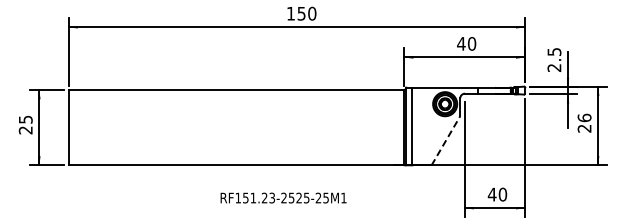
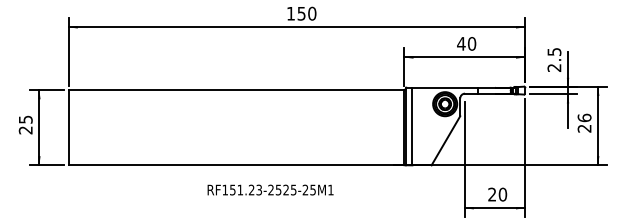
line at (446, 140): dashed -> solid
text at (491, 194): 40 -> 20
text at (283, 197) position: (283, 197) -> (270, 189)
